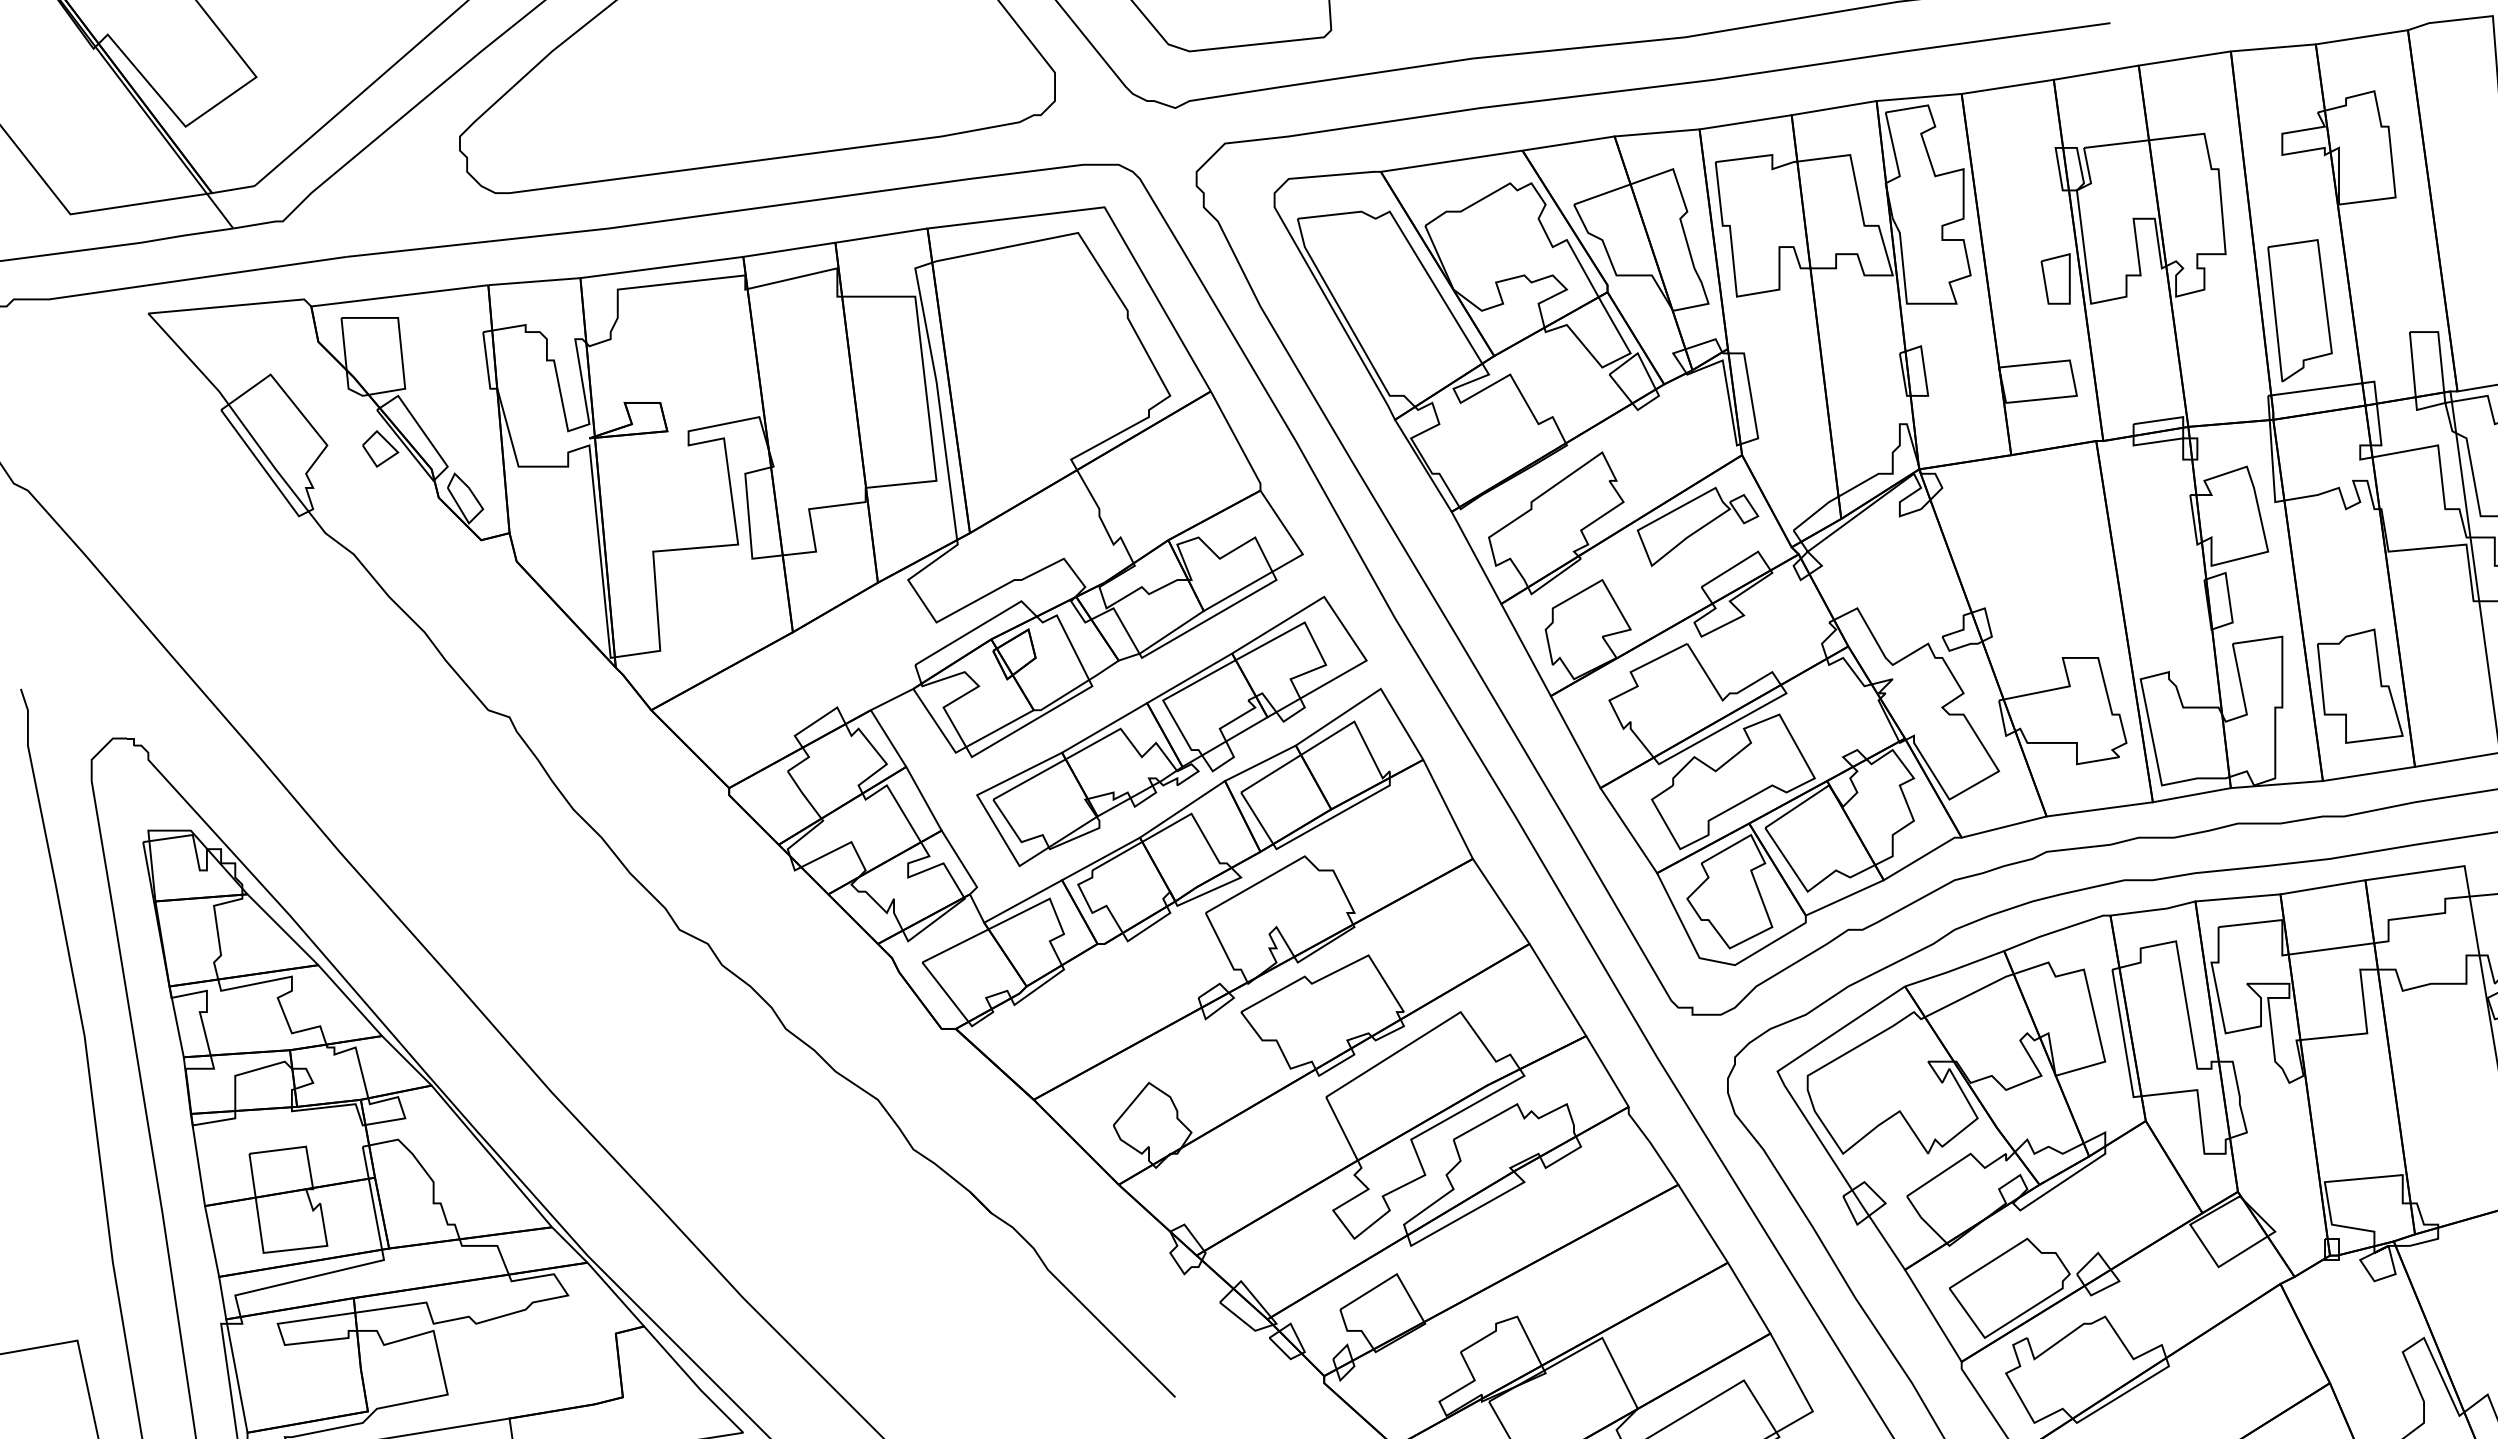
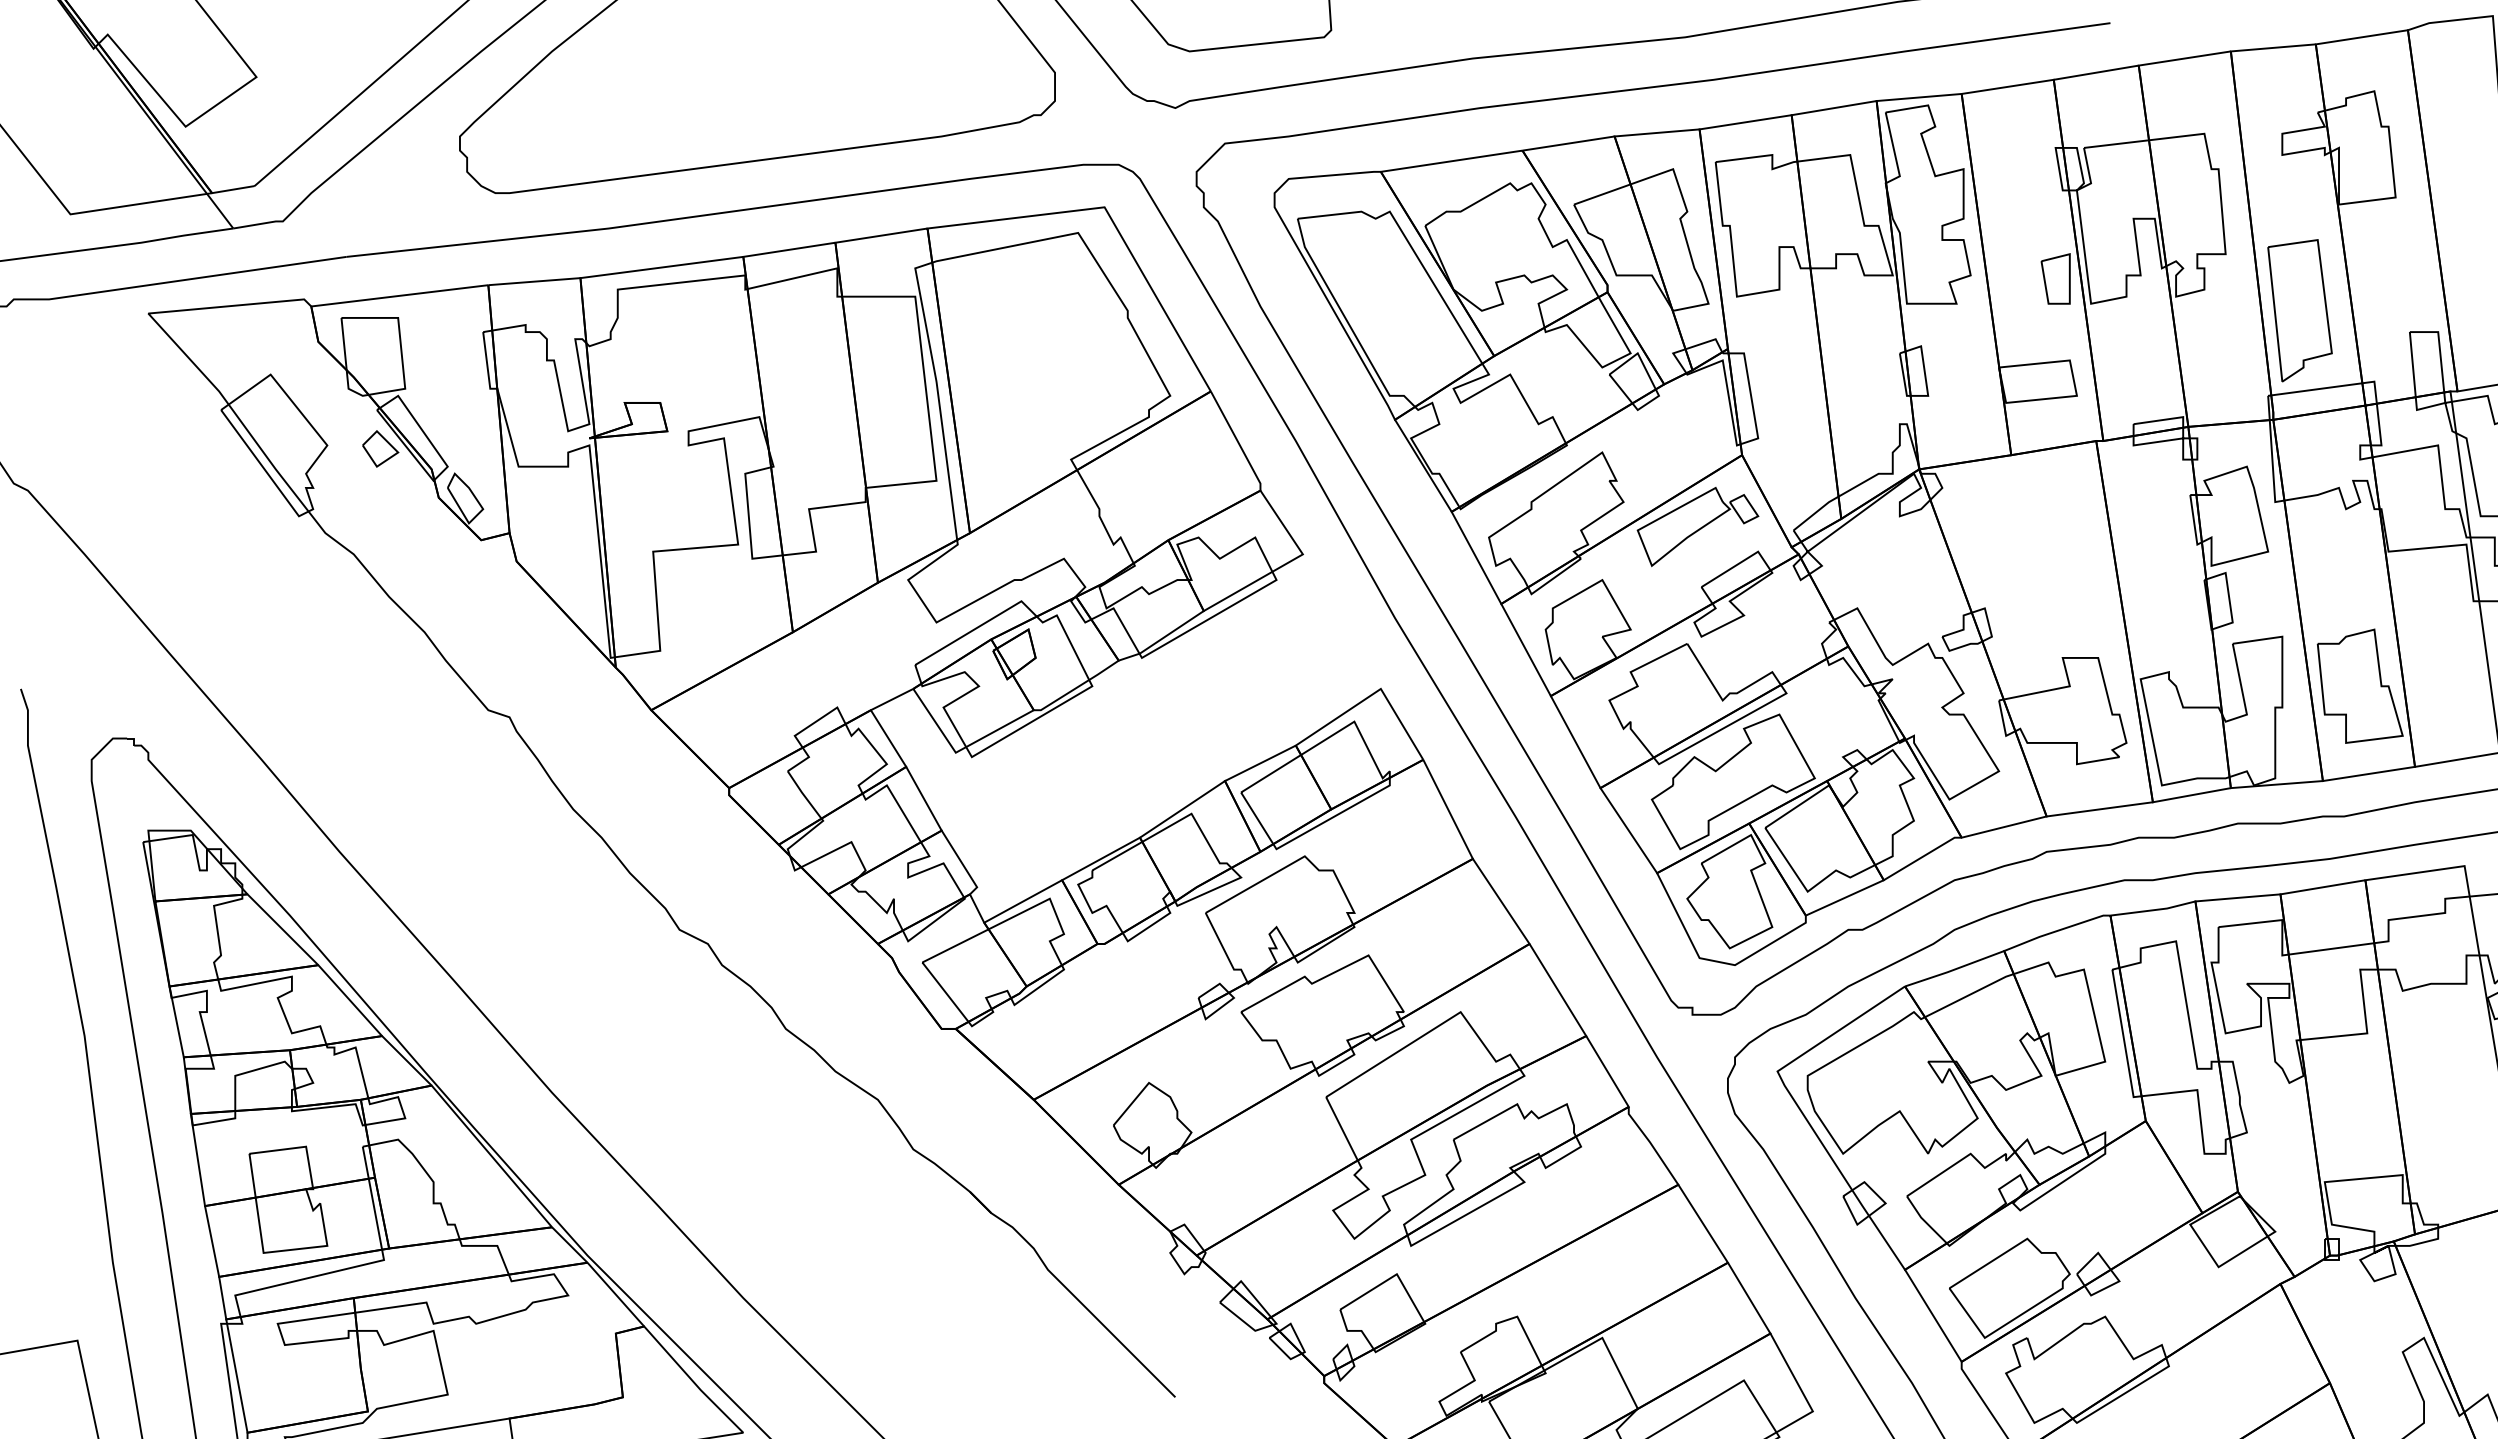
part at (1171, 731): present -> none
